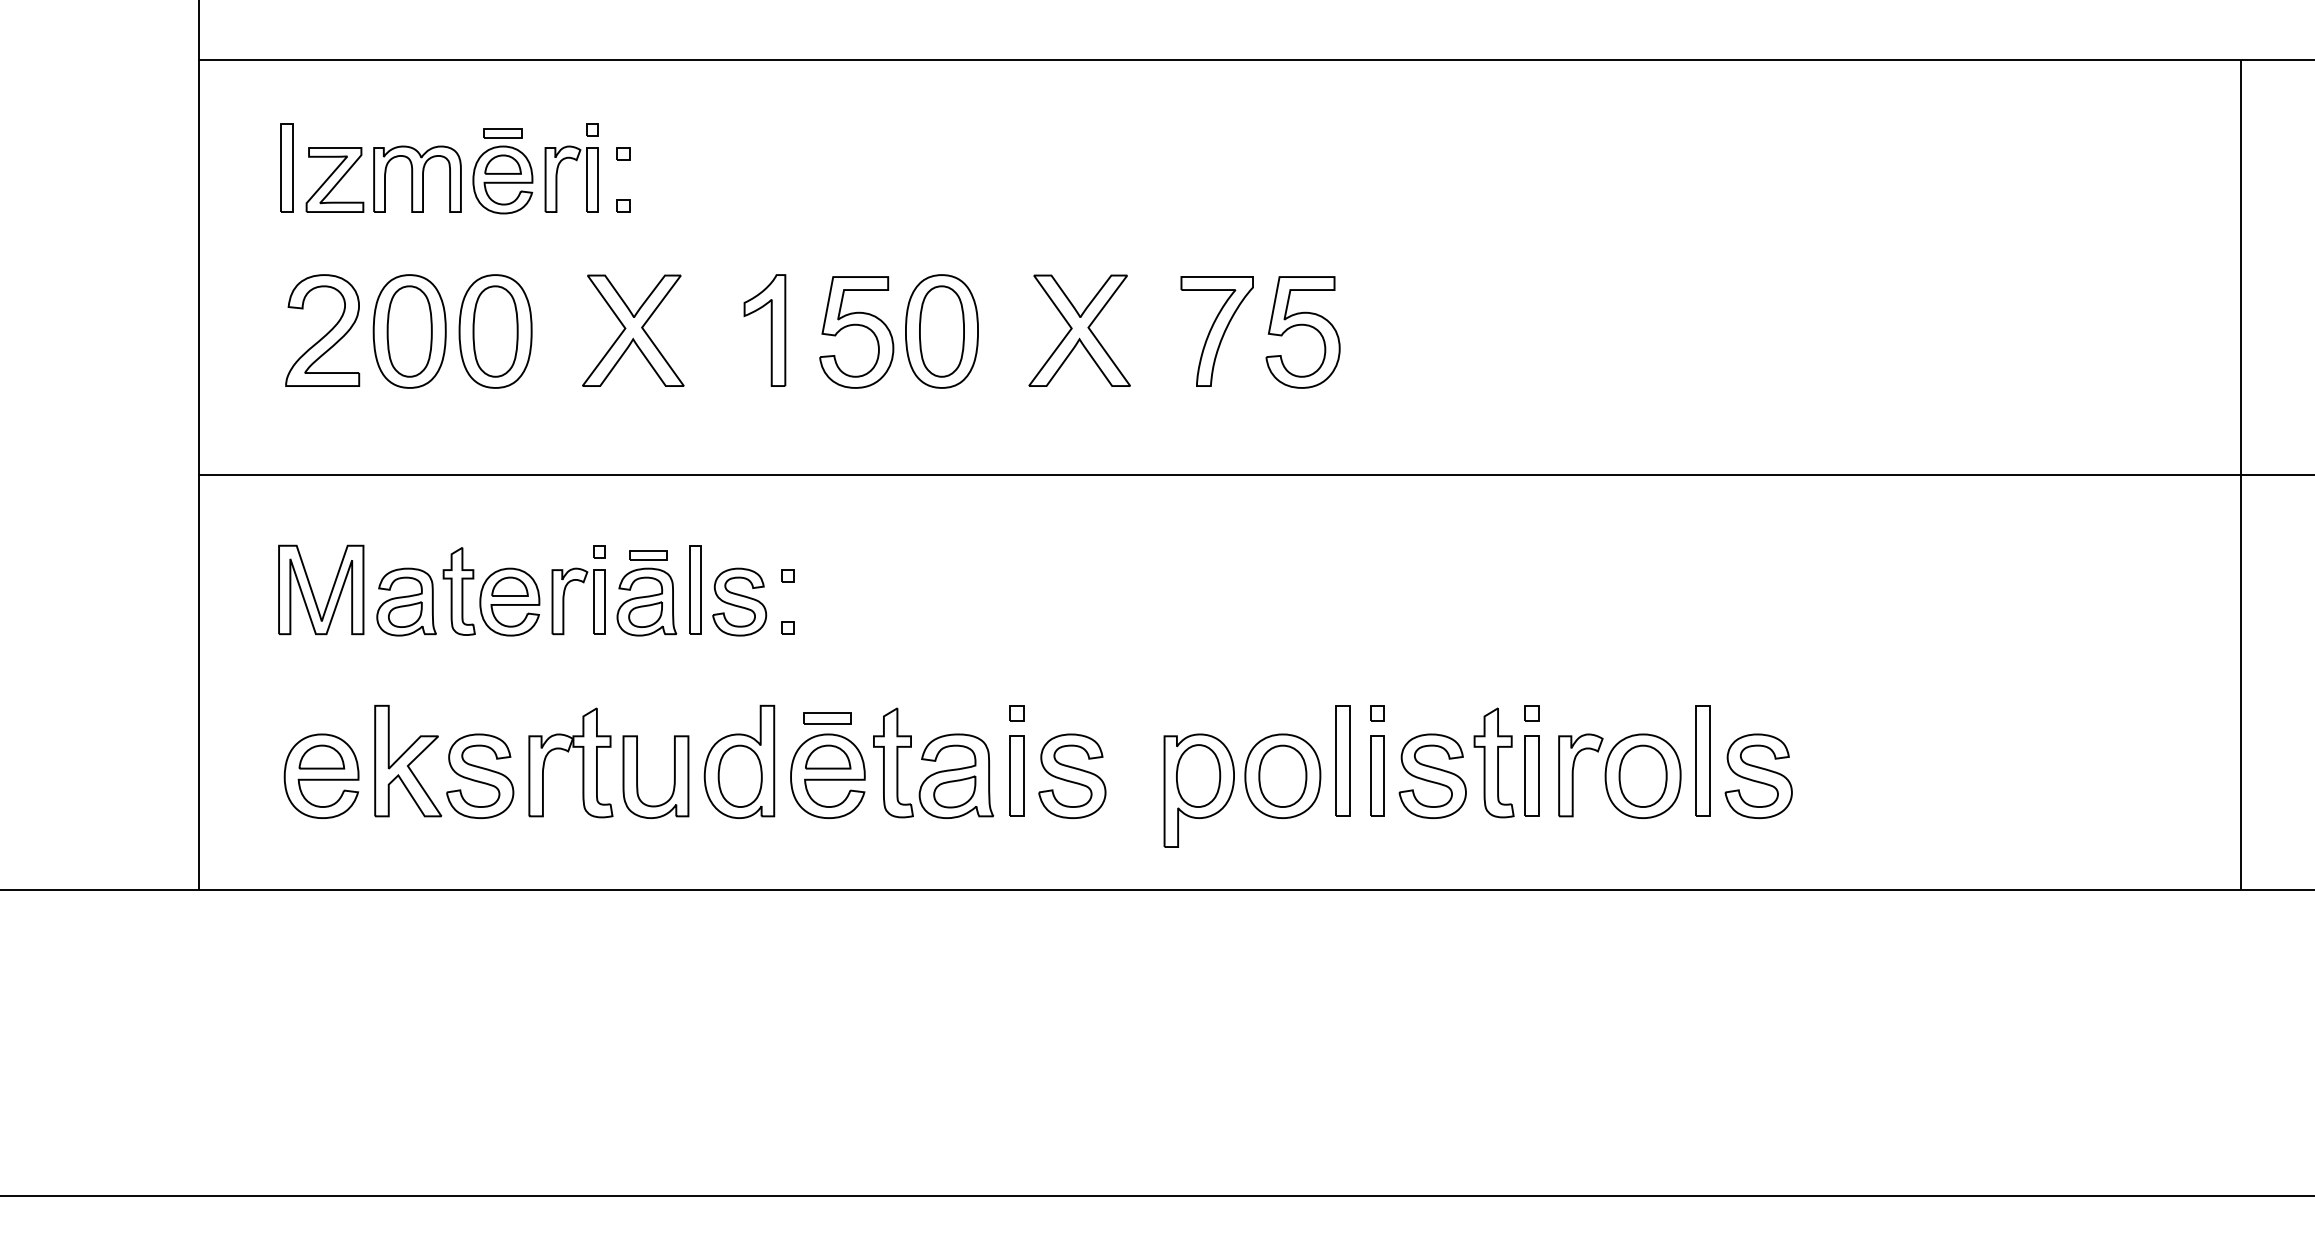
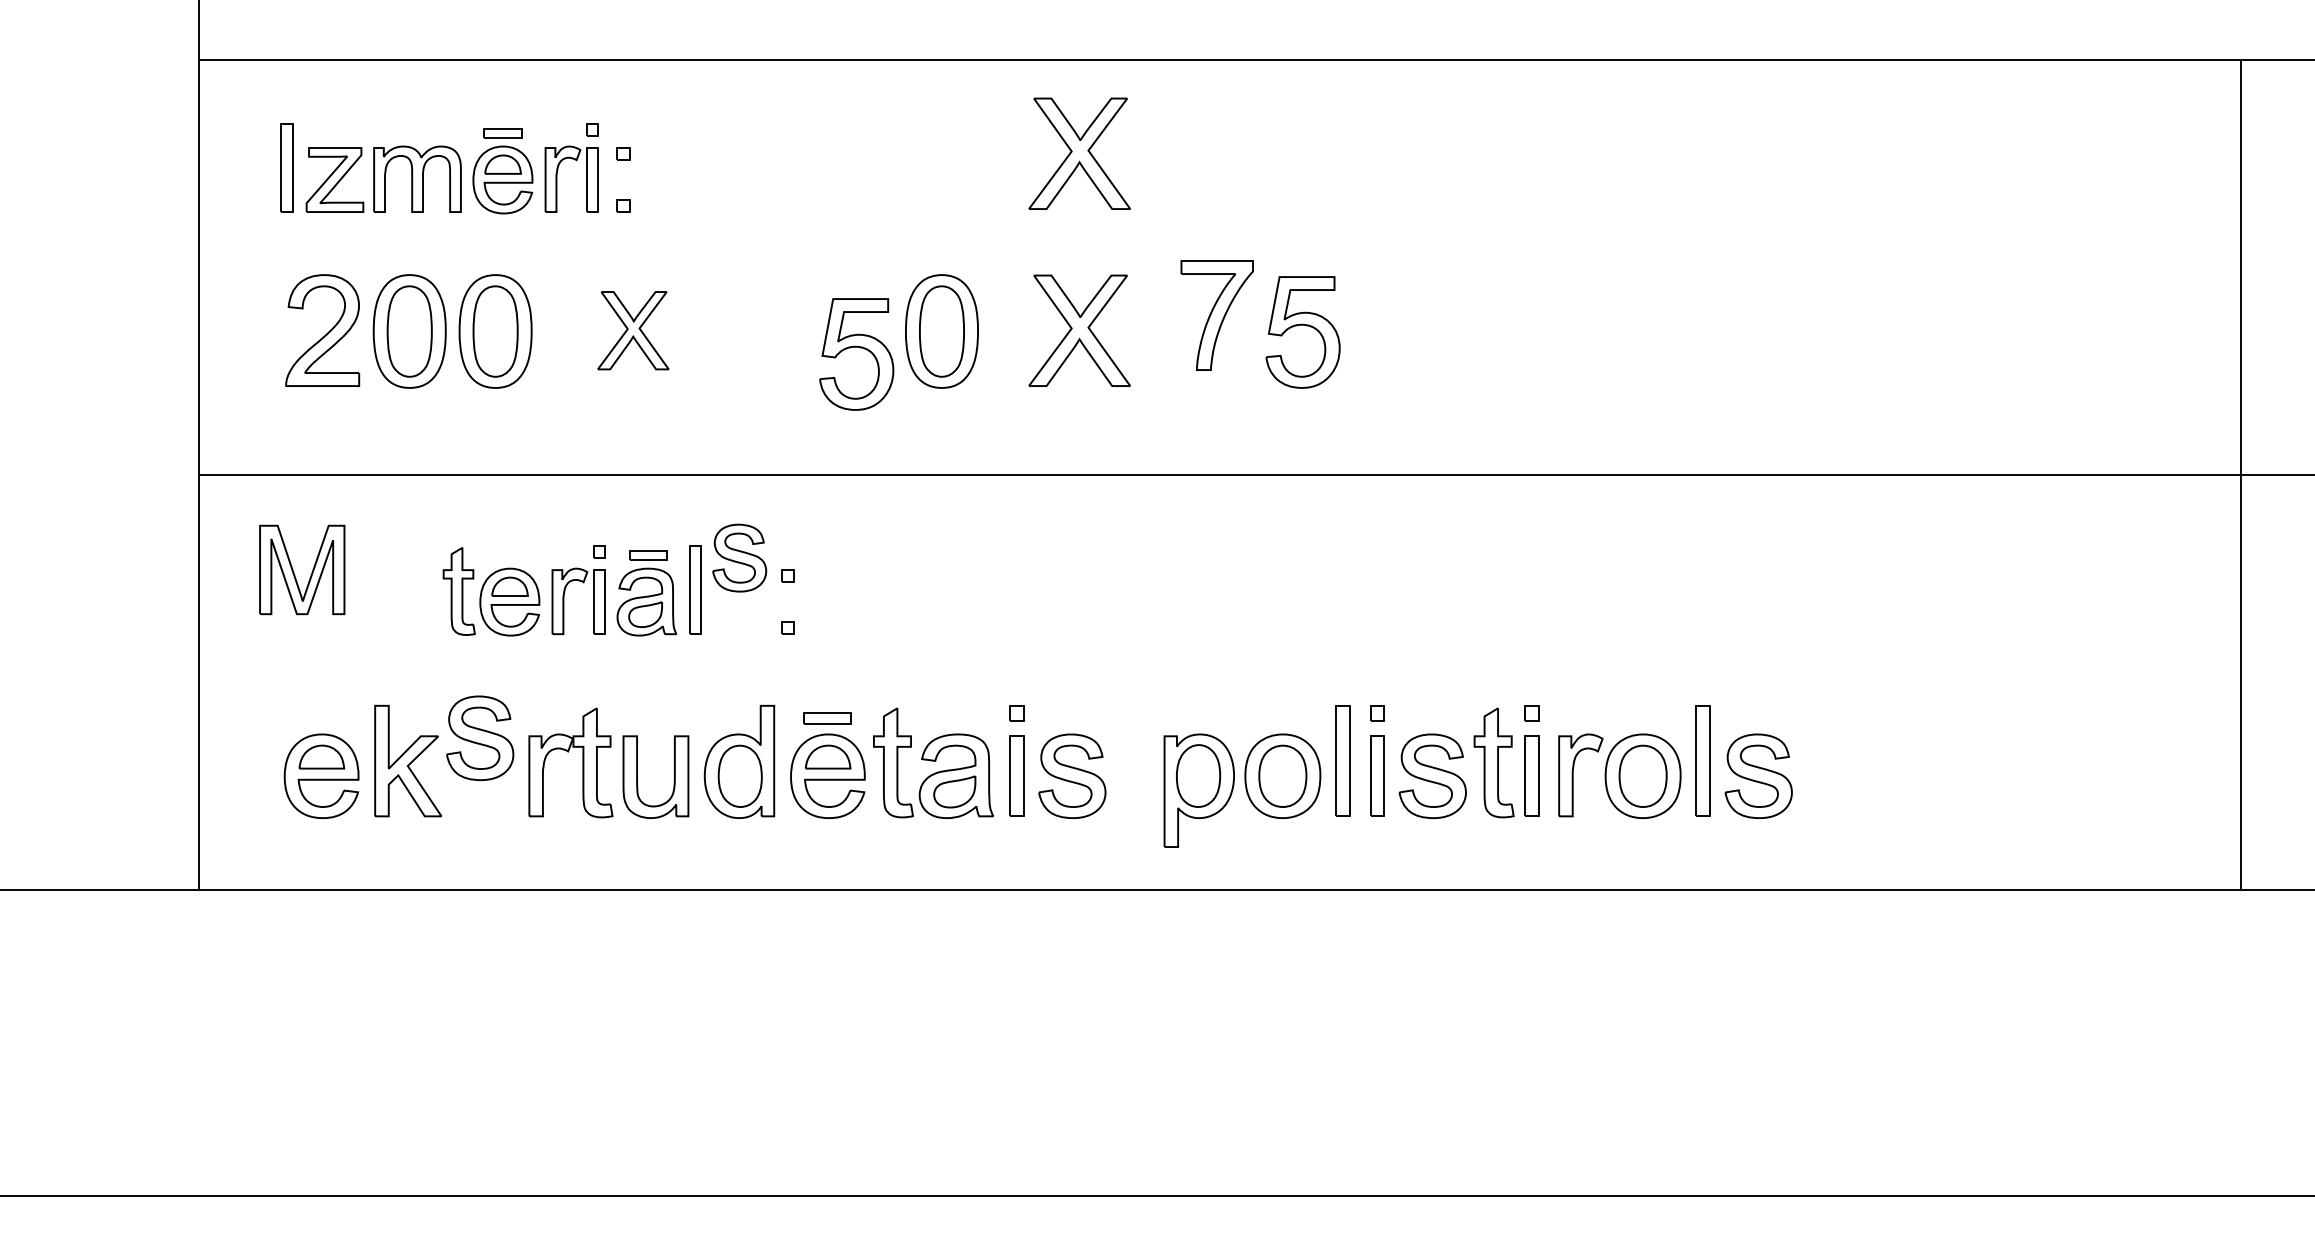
part at (1079, 153): none -> present
part at (856, 325) position: (856, 325) -> (856, 347)
part at (633, 330) size: 103x113 px -> 73x80 px
part at (764, 330): present -> none
part at (1216, 331) position: (1216, 331) -> (1216, 315)
part at (313, 592) position: (313, 592) -> (294, 572)
part at (406, 601): present -> none
part at (739, 601) position: (739, 601) -> (739, 557)
part at (480, 775) position: (480, 775) -> (480, 737)
